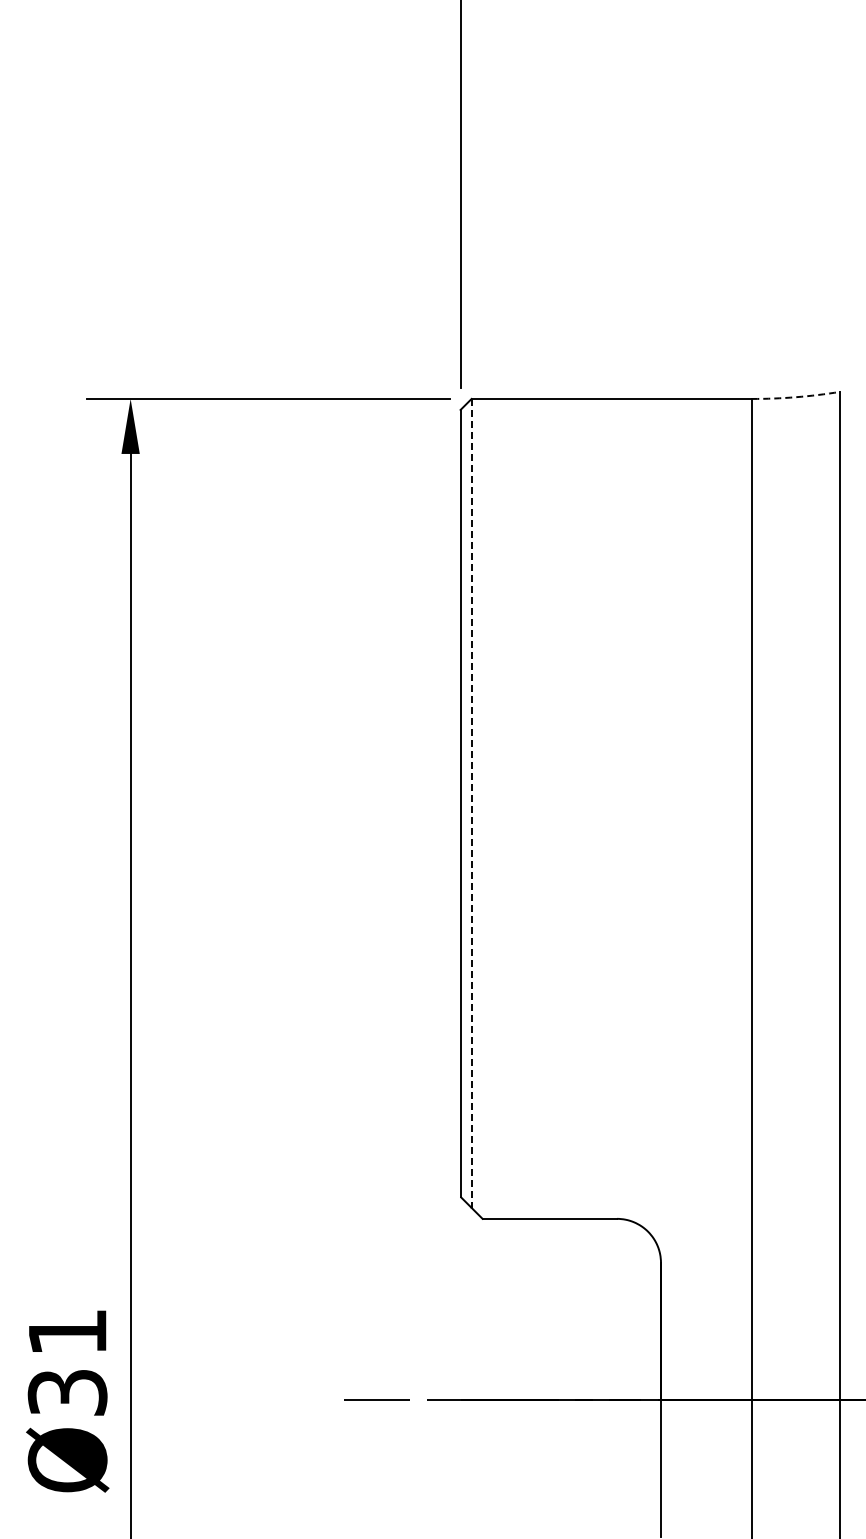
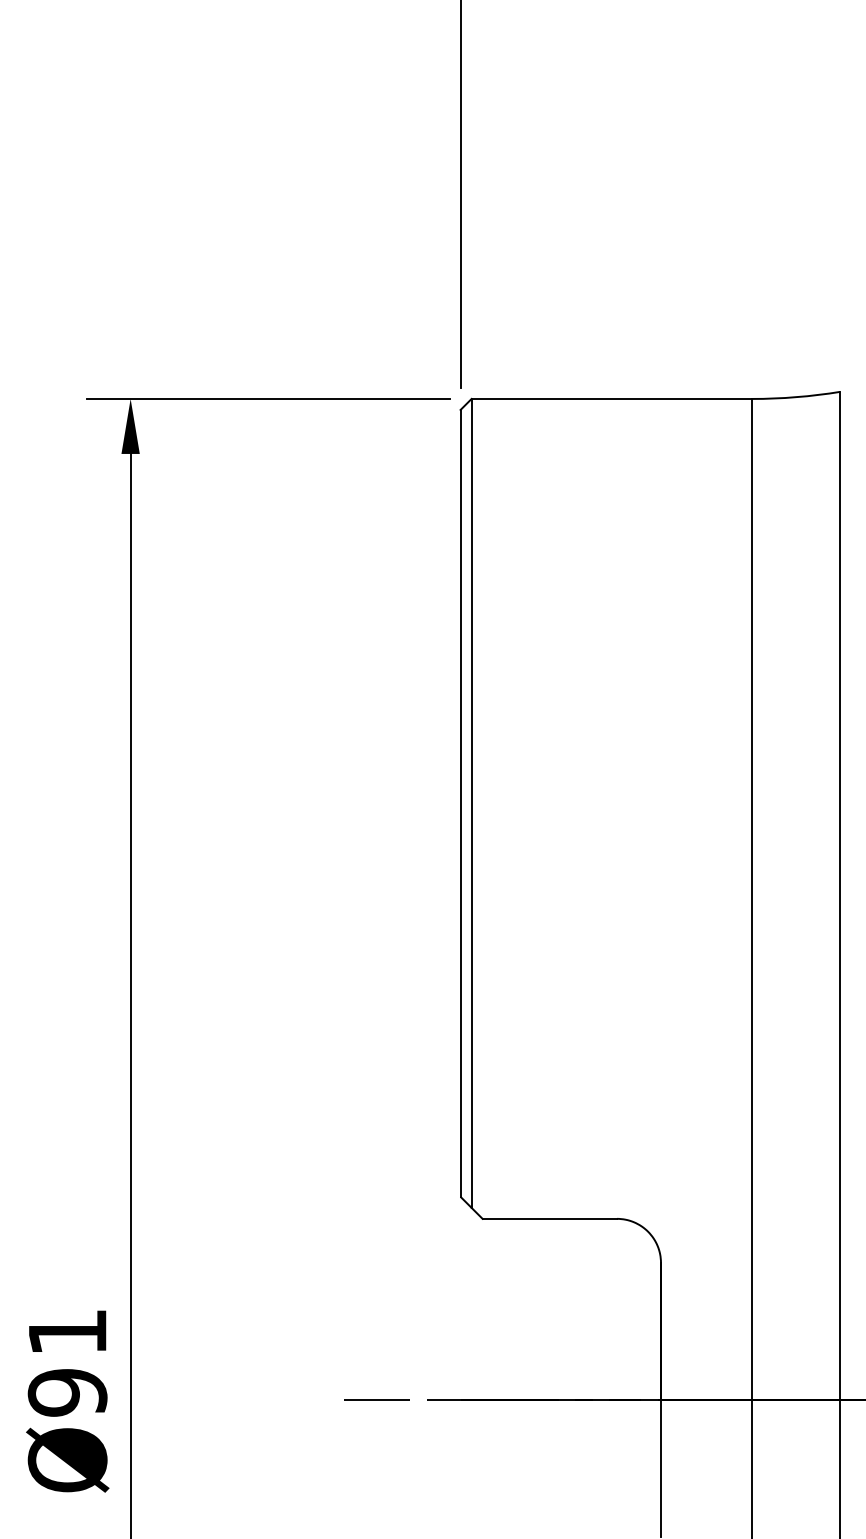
arc at (796, 397): dashed -> solid
line at (471, 803): dashed -> solid
text at (67, 1392): Ø31 -> Ø91
